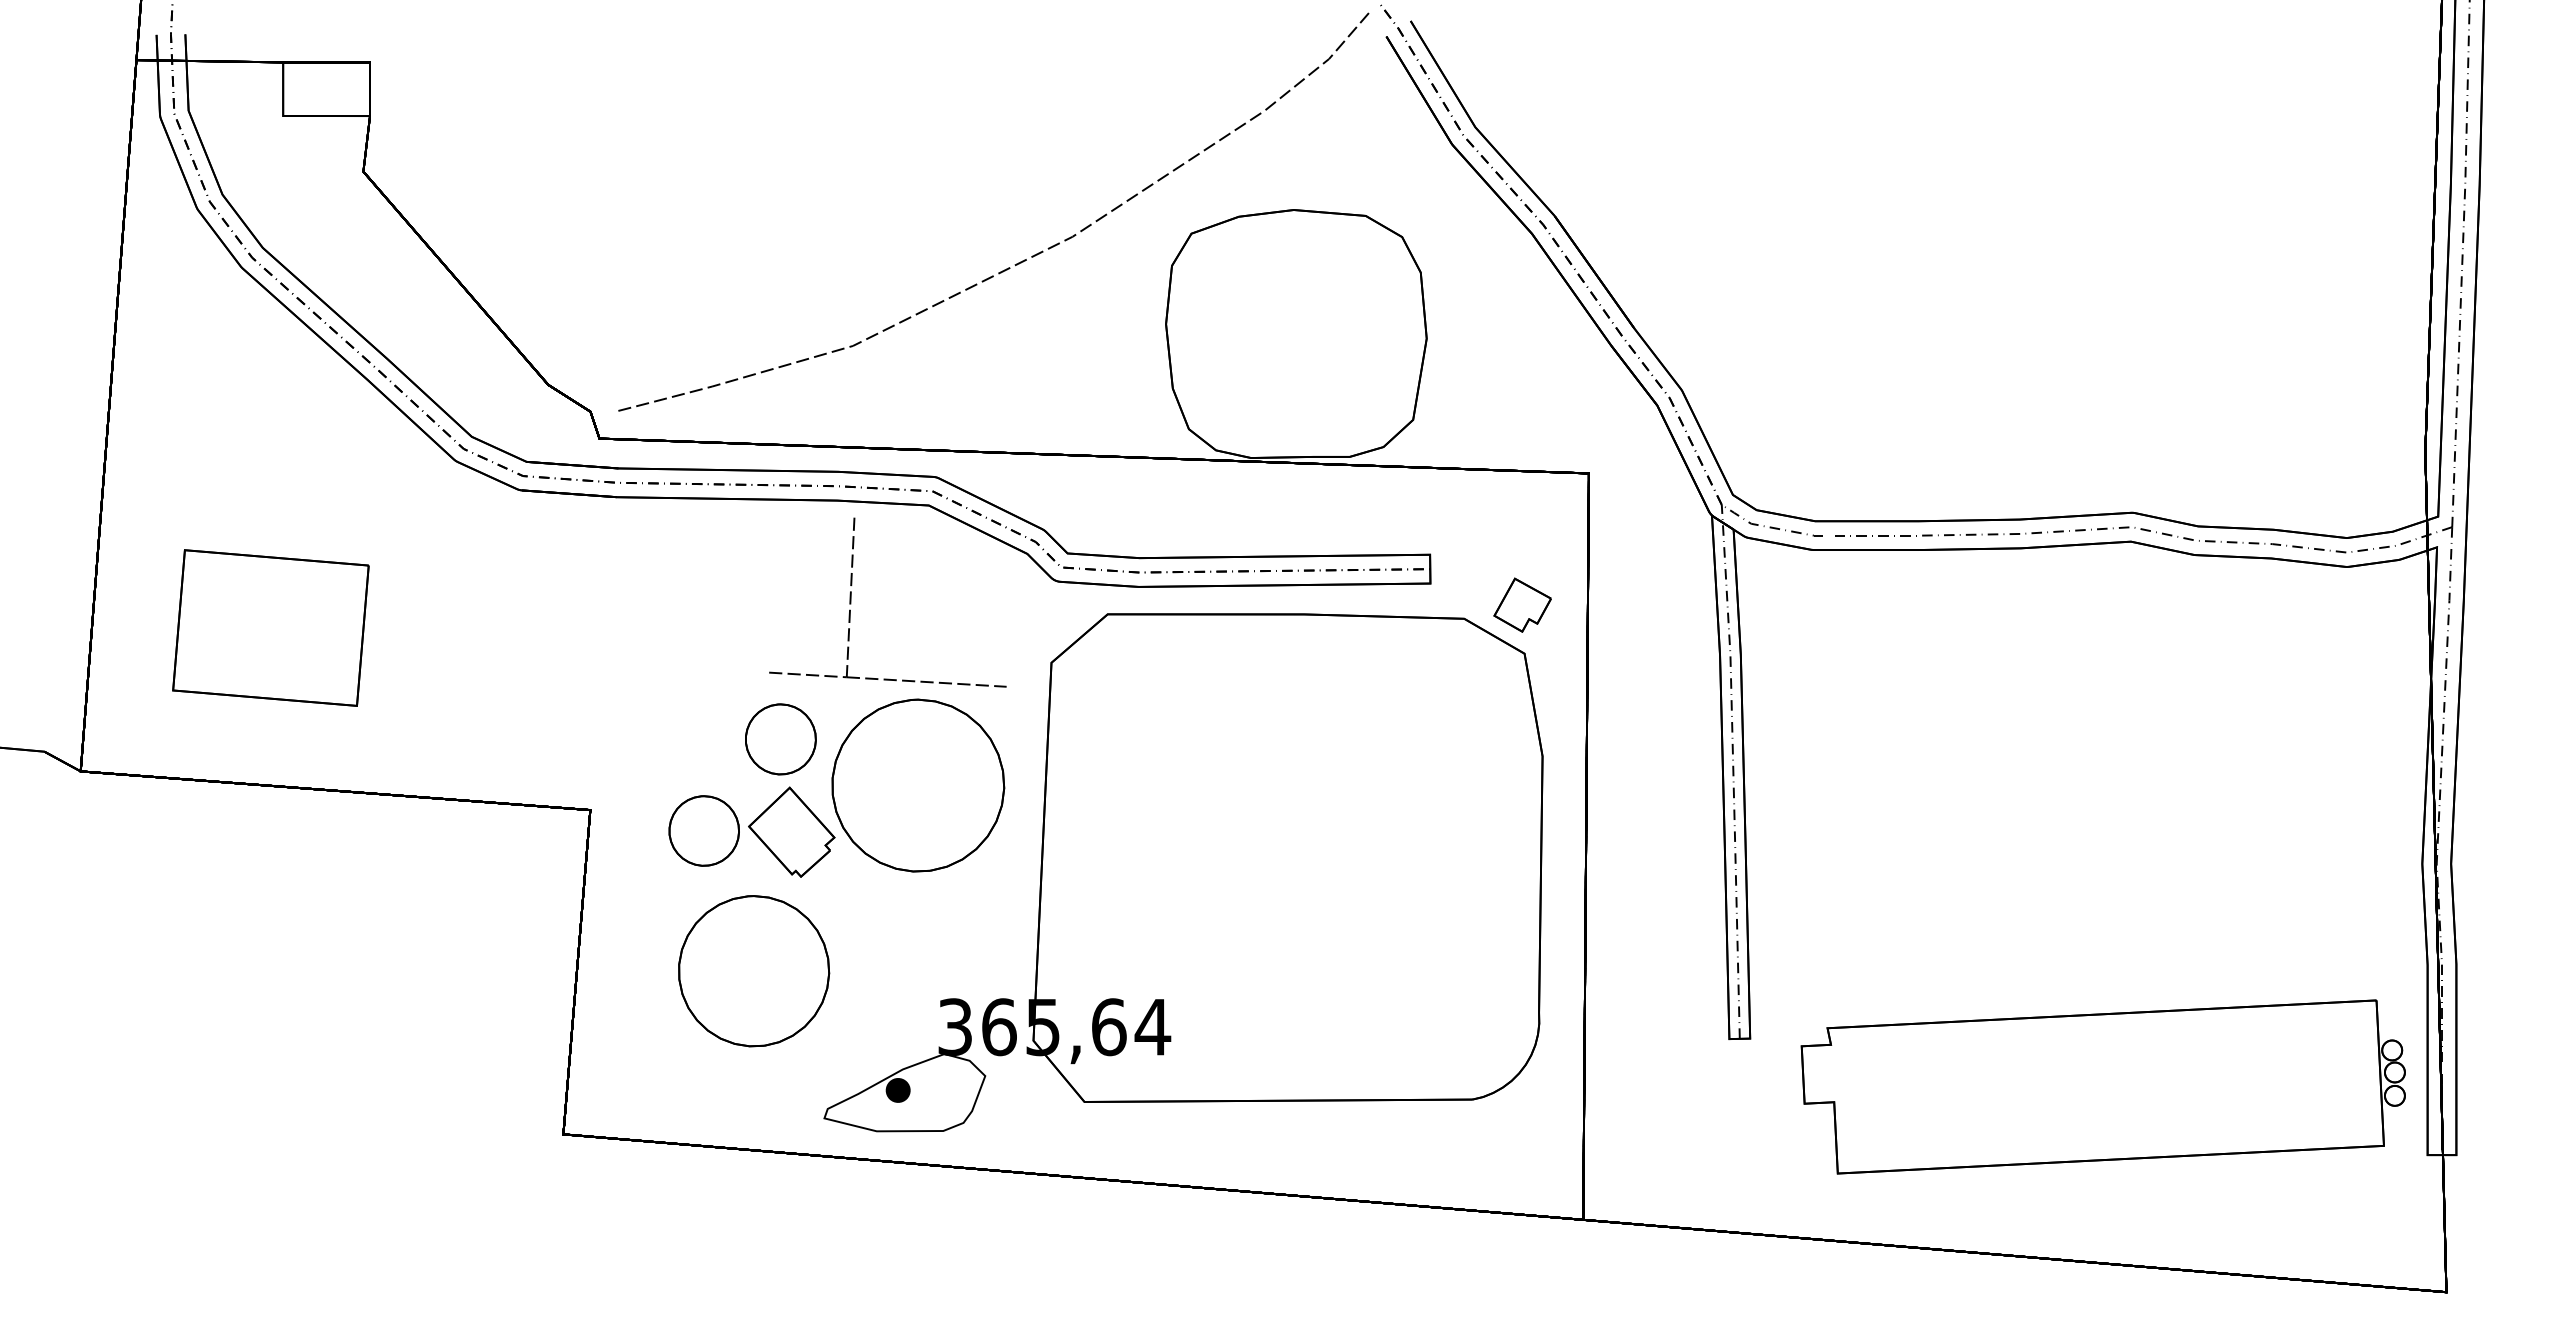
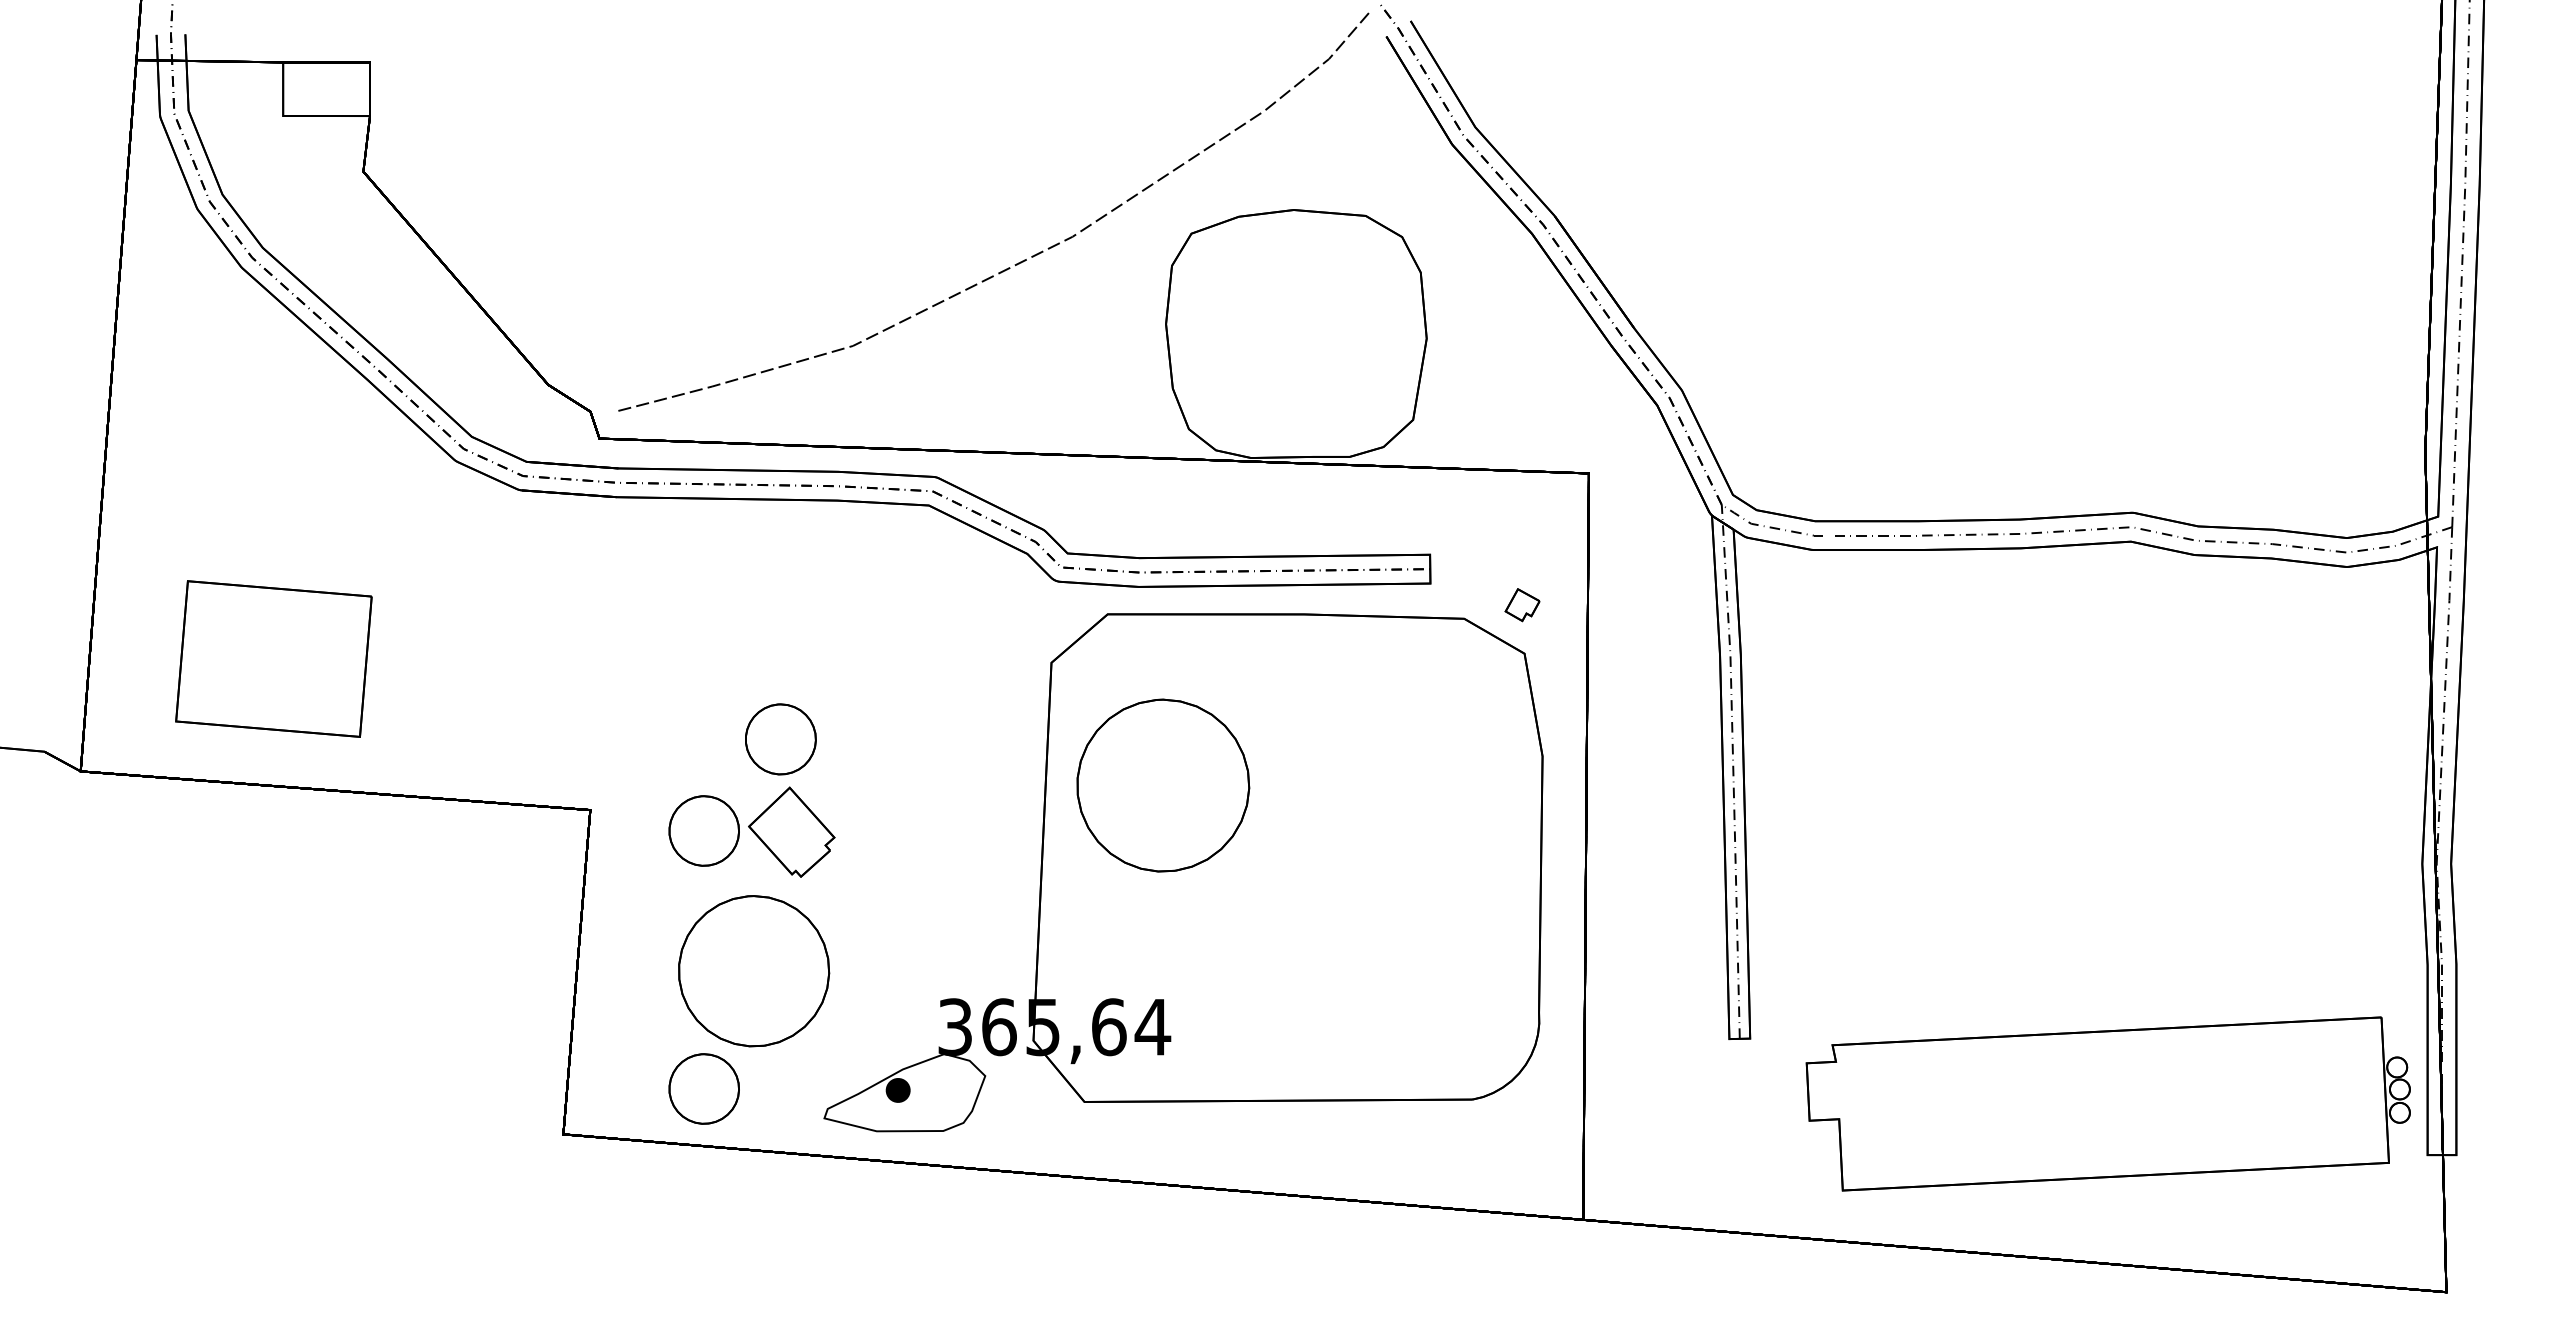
part at (851, 602): present -> none
part at (1522, 604) size: 59x56 px -> 37x35 px
part at (270, 627) position: (270, 627) -> (273, 658)
part at (918, 785) position: (918, 785) -> (1163, 785)
part at (2102, 1086) position: (2102, 1086) -> (2107, 1103)
part at (703, 1088): none -> present
